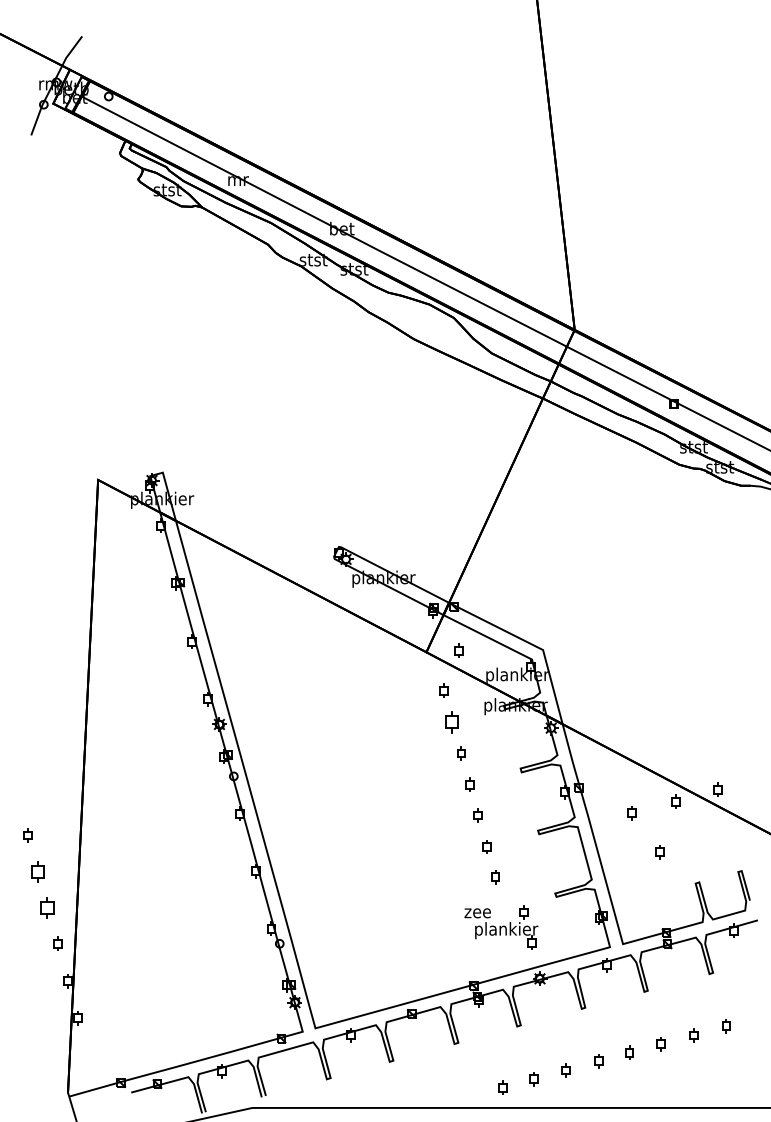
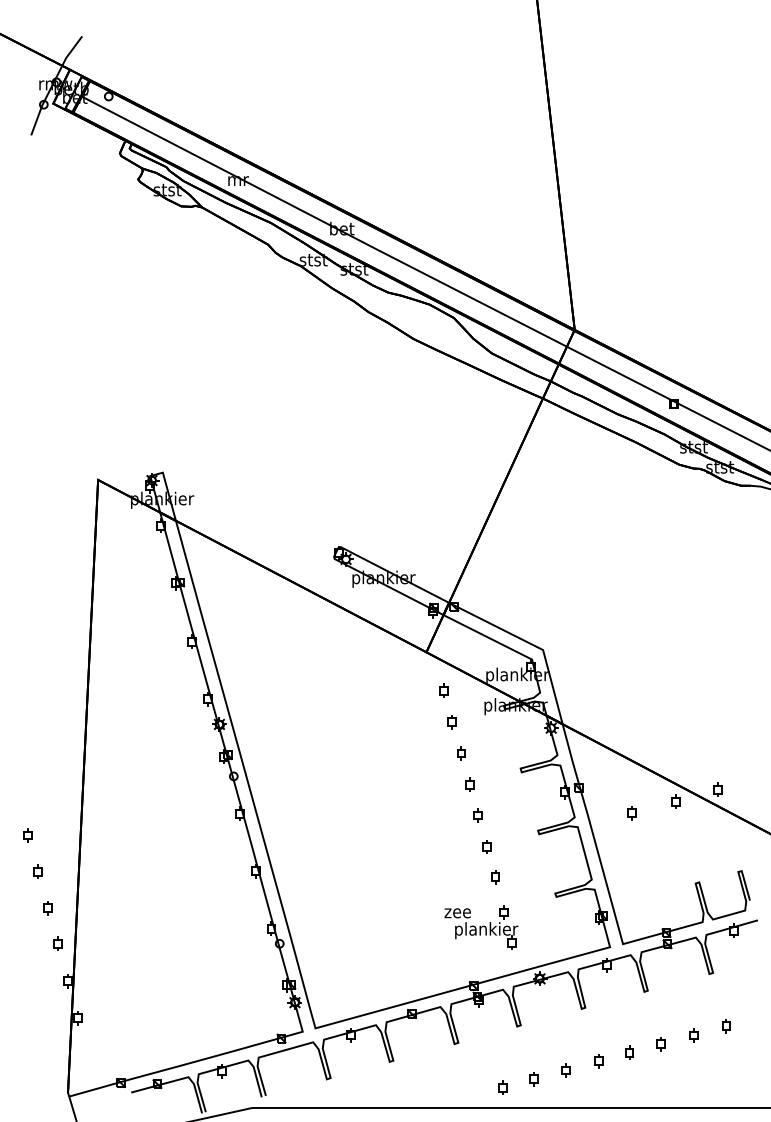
part at (458, 650): present -> none
part at (451, 722) size: 14x23 px -> 10x15 px
part at (659, 852): present -> none
part at (37, 871) size: 14x22 px -> 10x15 px
part at (47, 907) size: 15x22 px -> 10x15 px
part at (501, 927) position: (501, 927) -> (481, 927)
